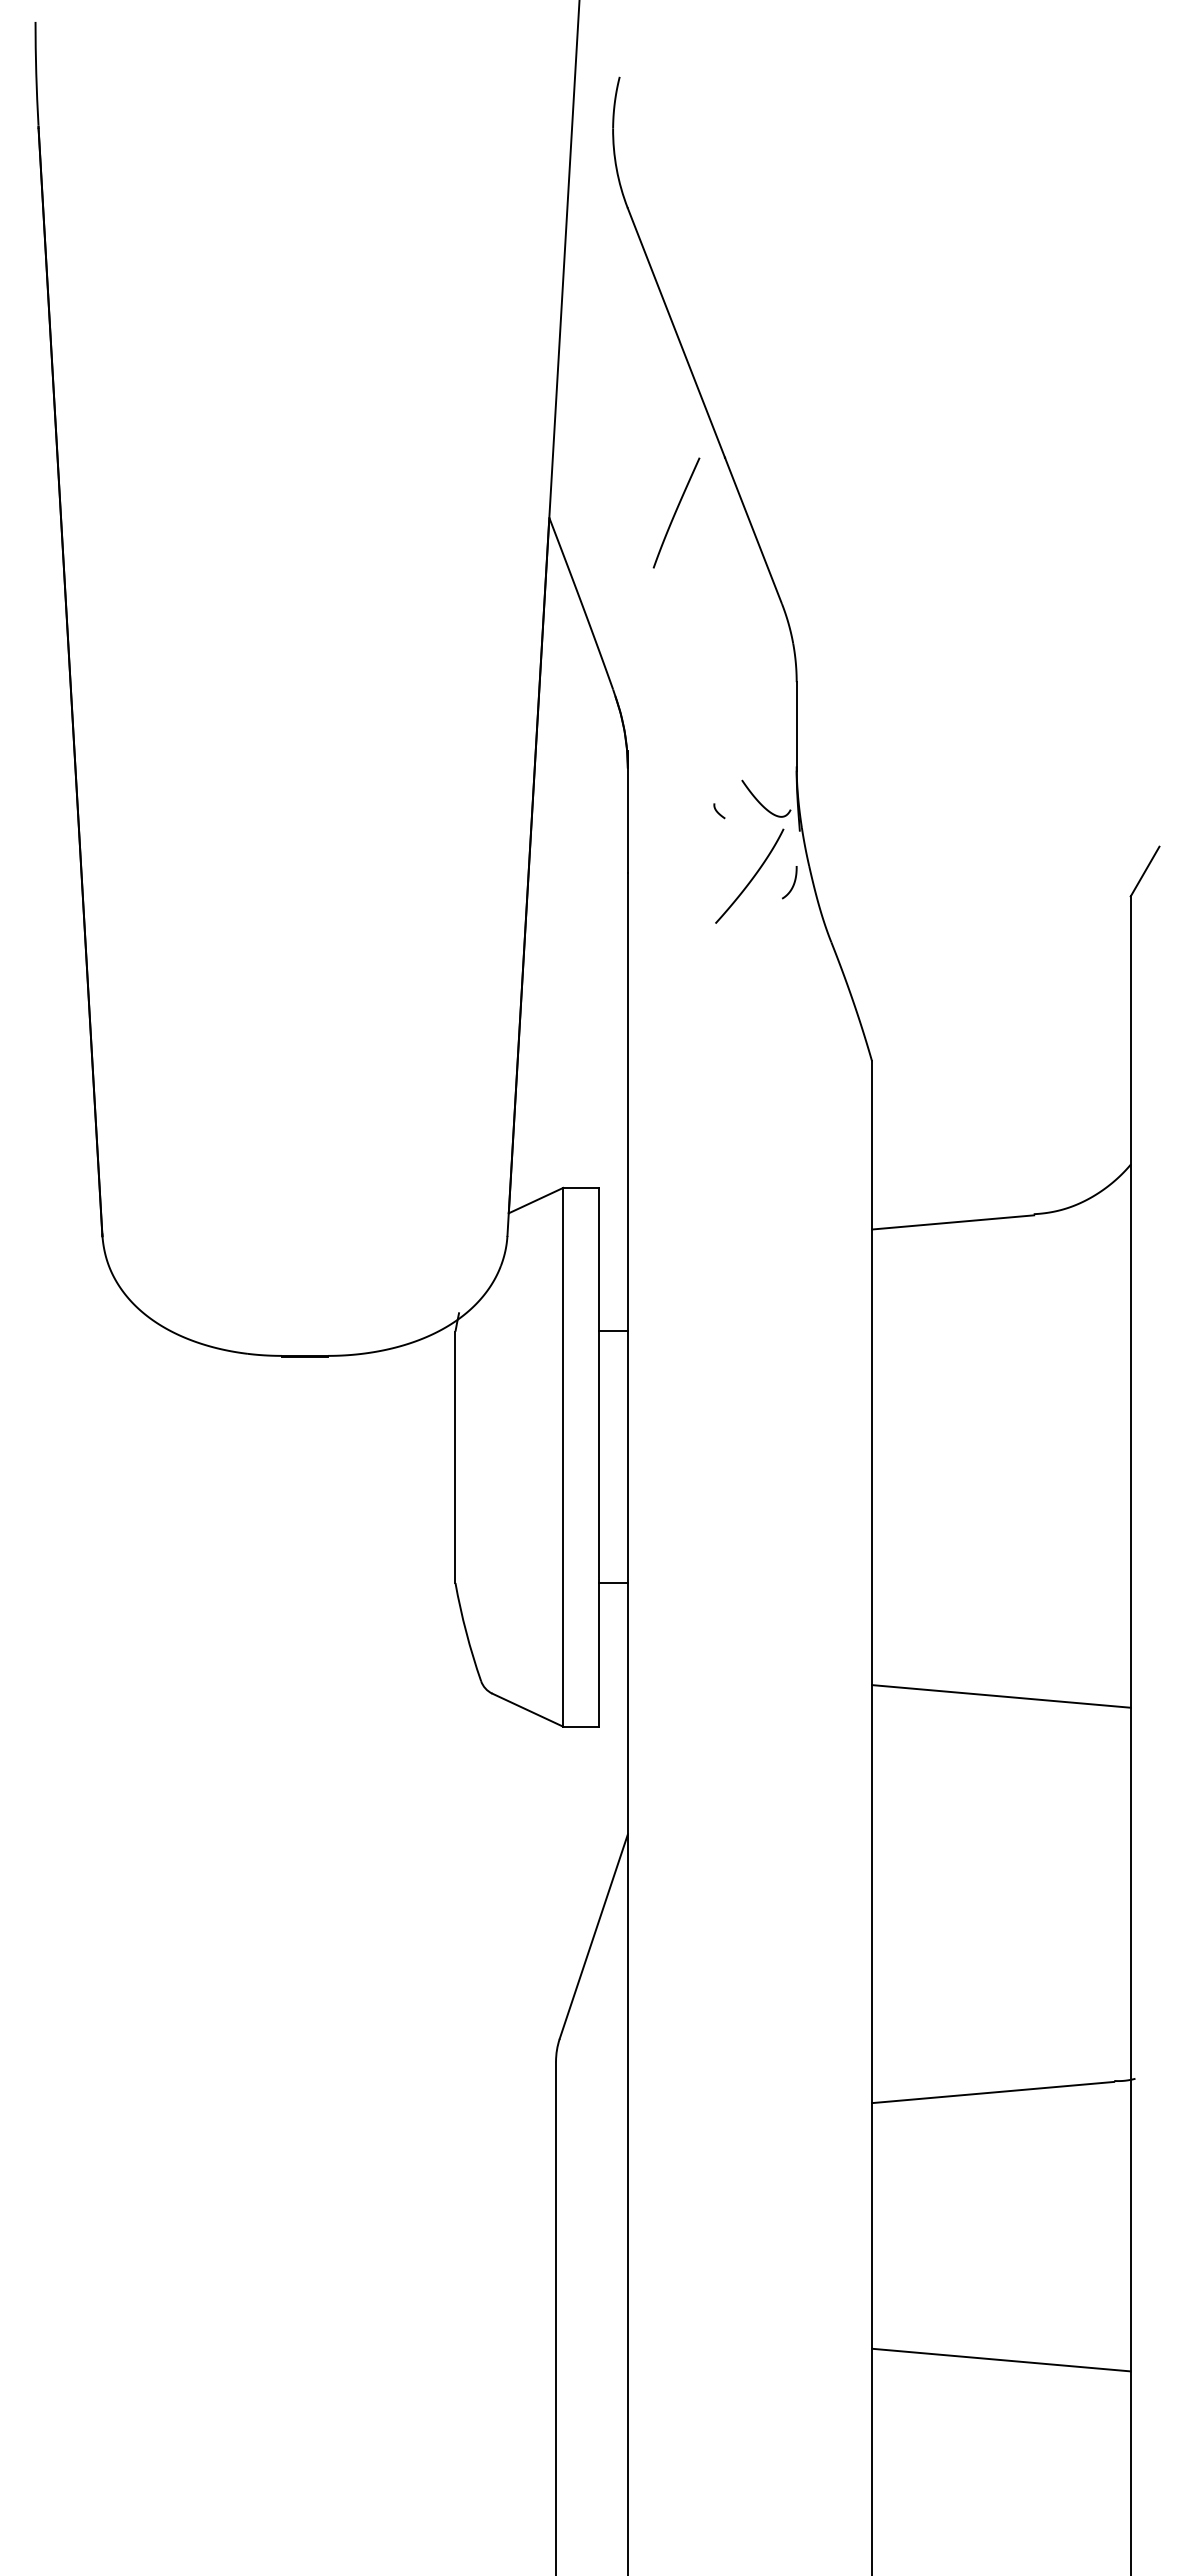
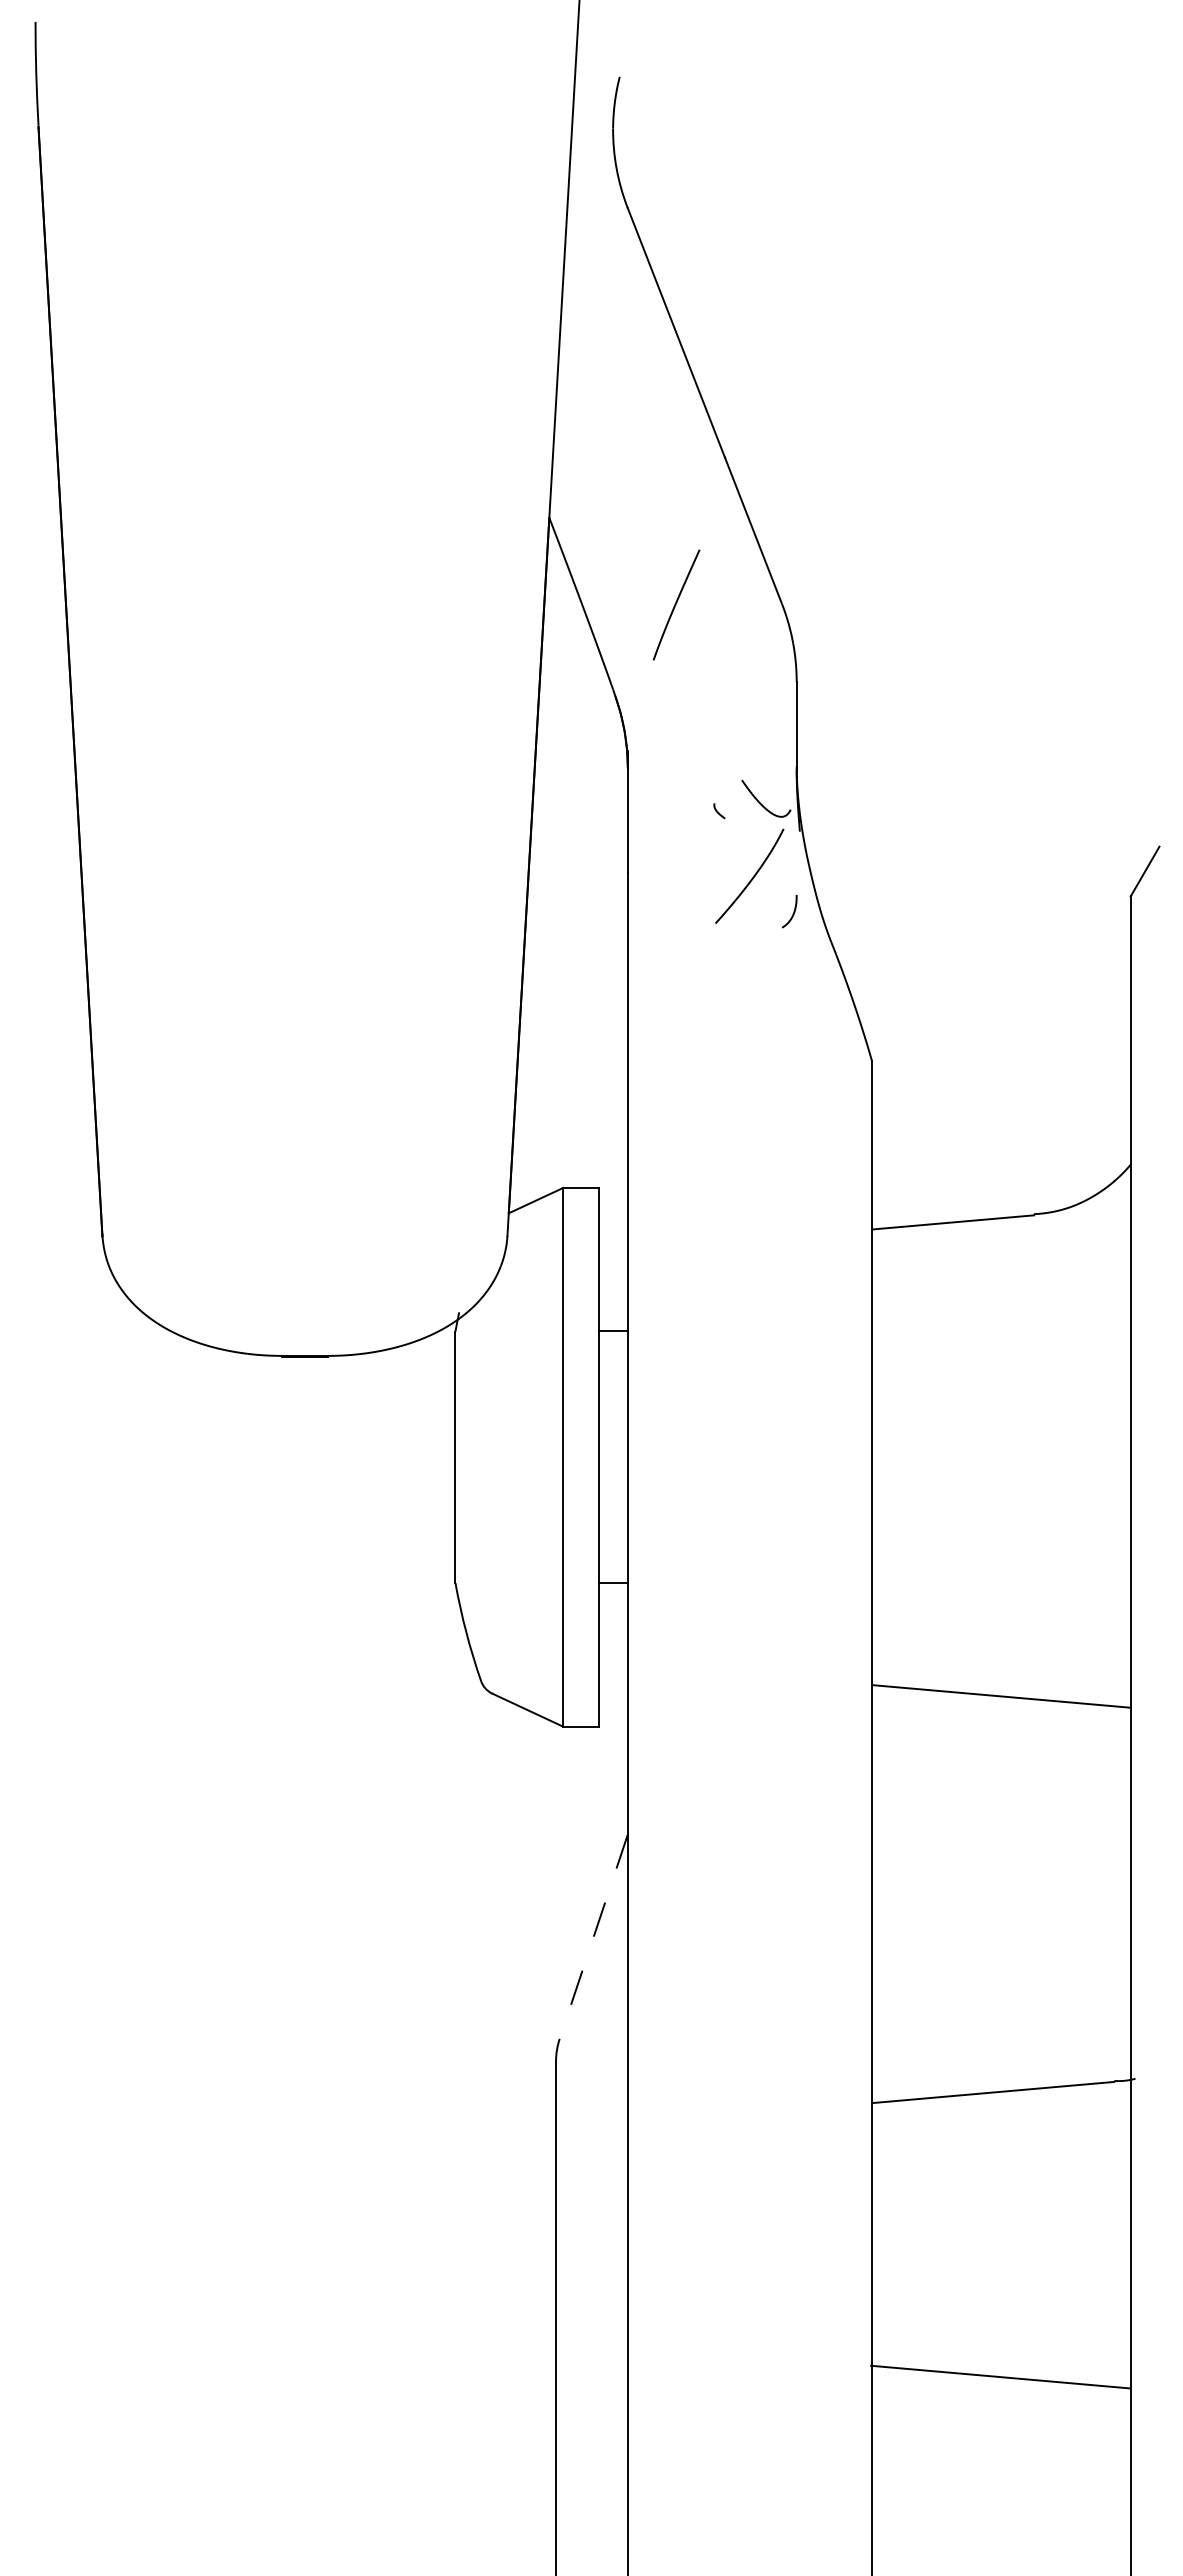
curve at (676, 512) position: (676, 512) -> (676, 604)
curve at (793, 882) position: (793, 882) -> (793, 911)
line at (593, 1936): solid -> dashed
line at (1001, 2359) position: (1001, 2359) -> (1000, 2376)
